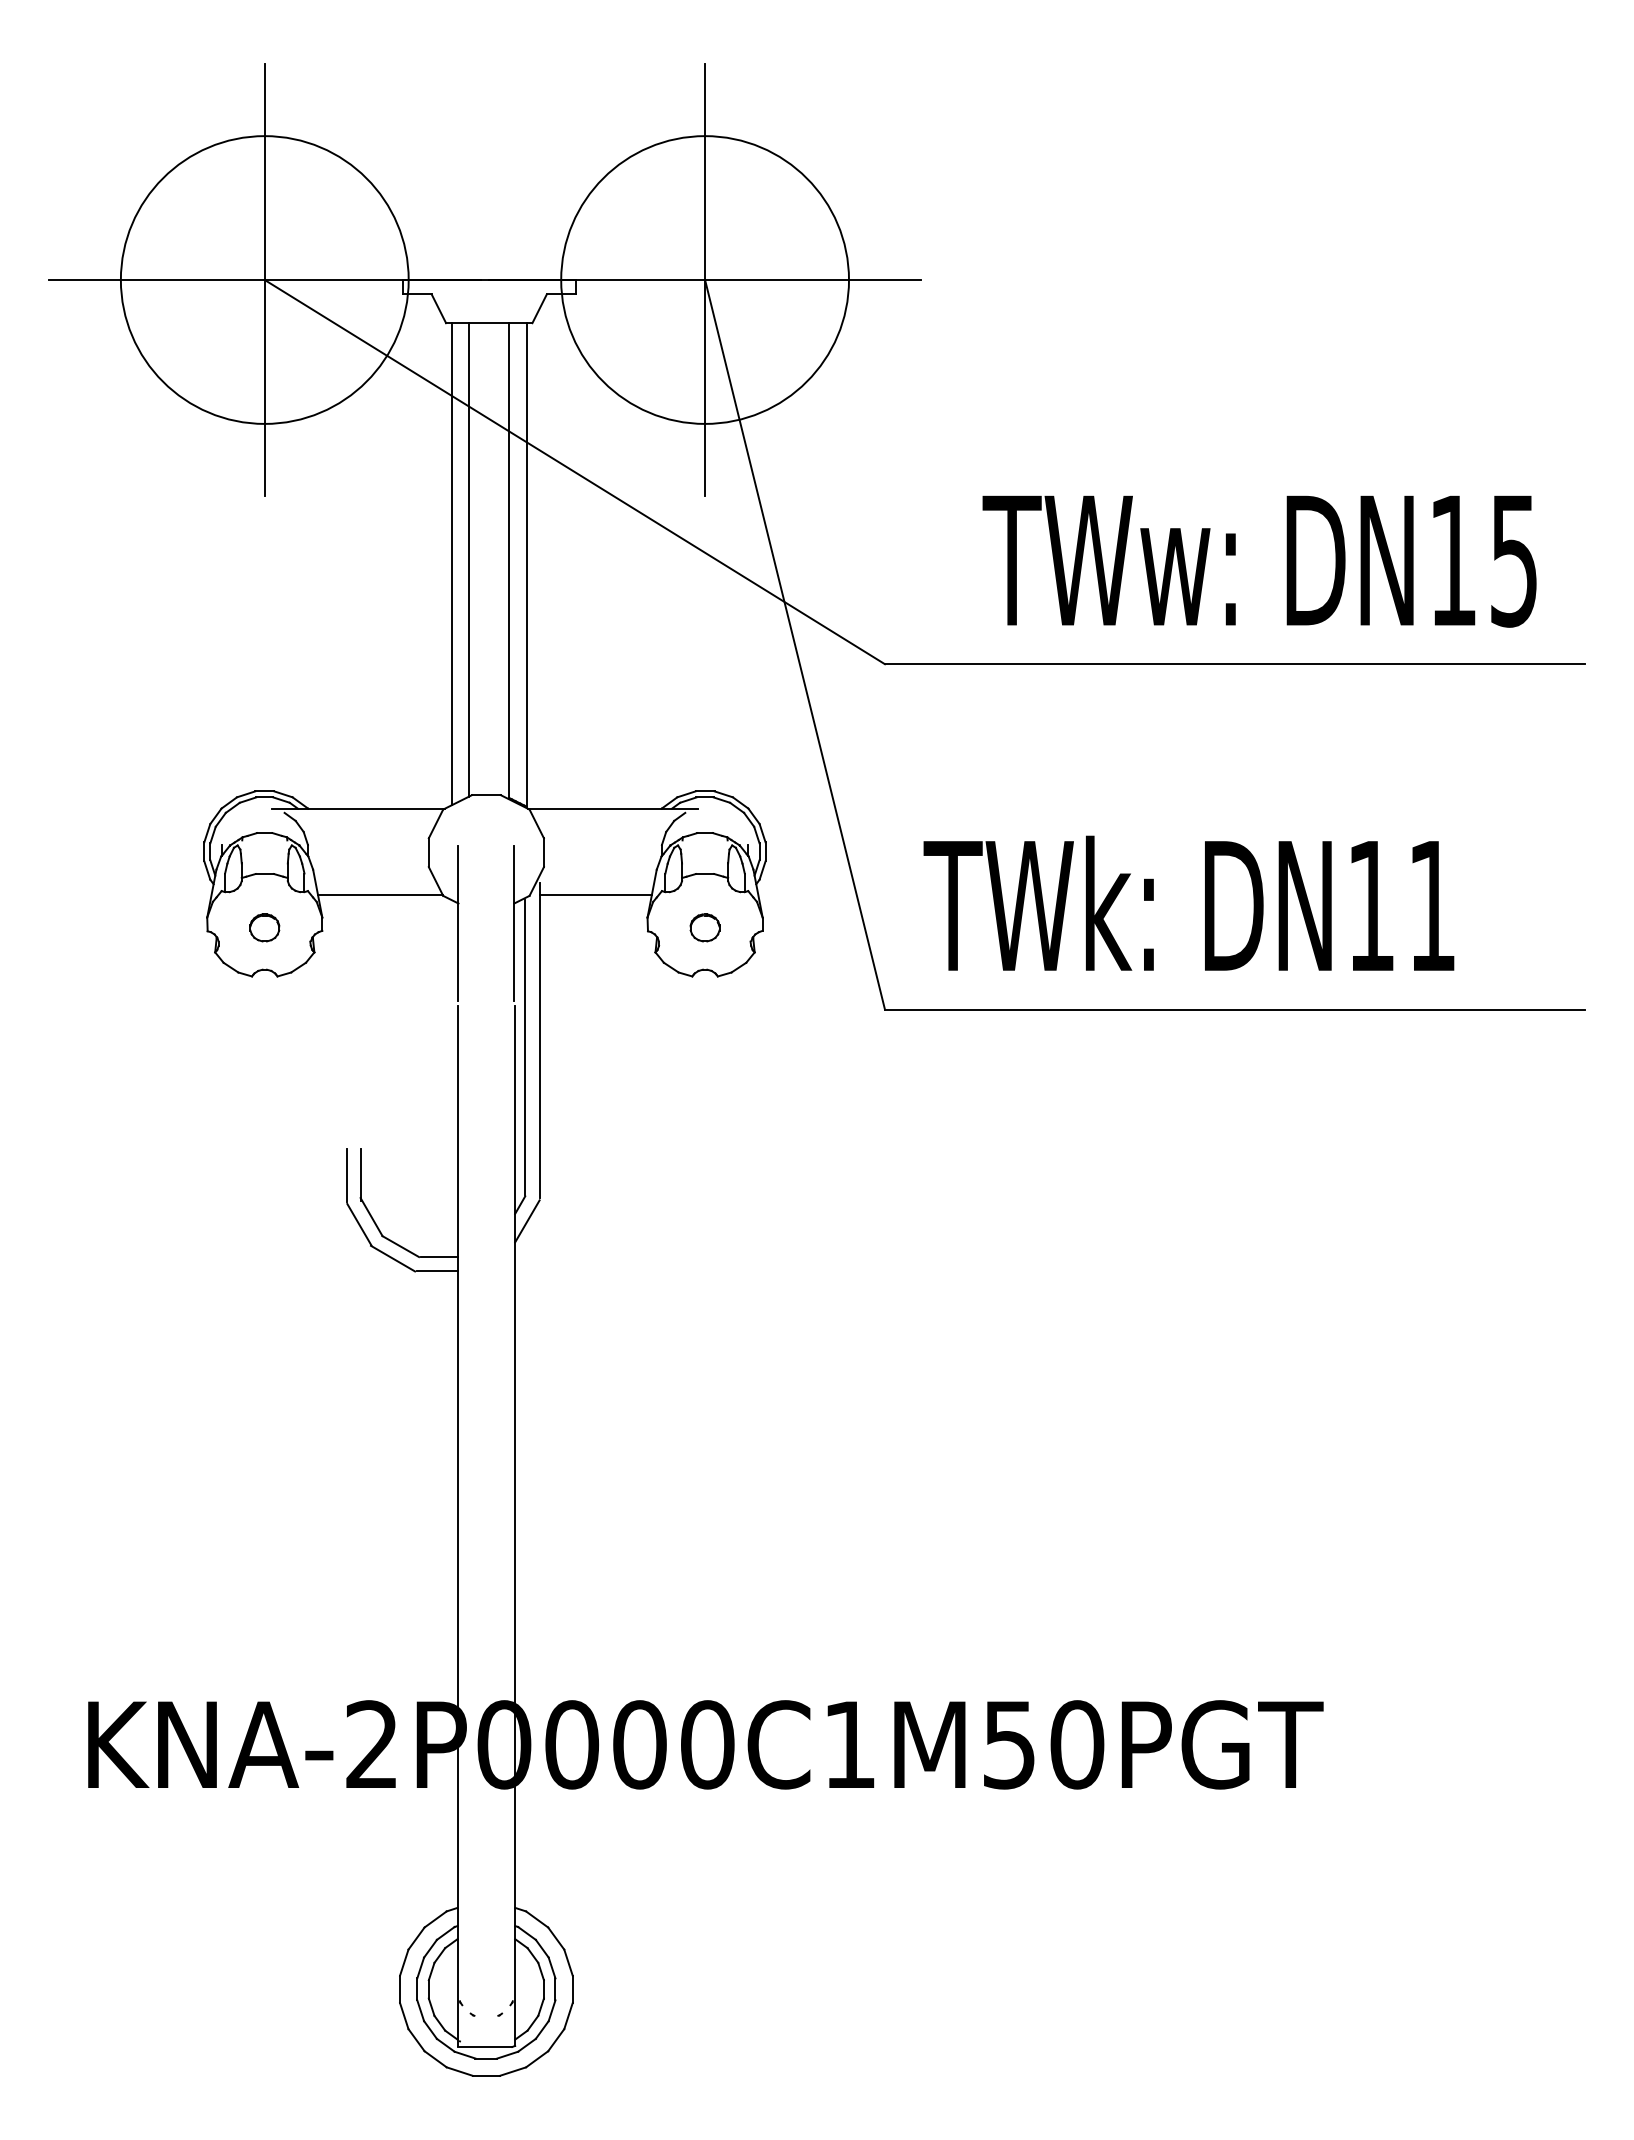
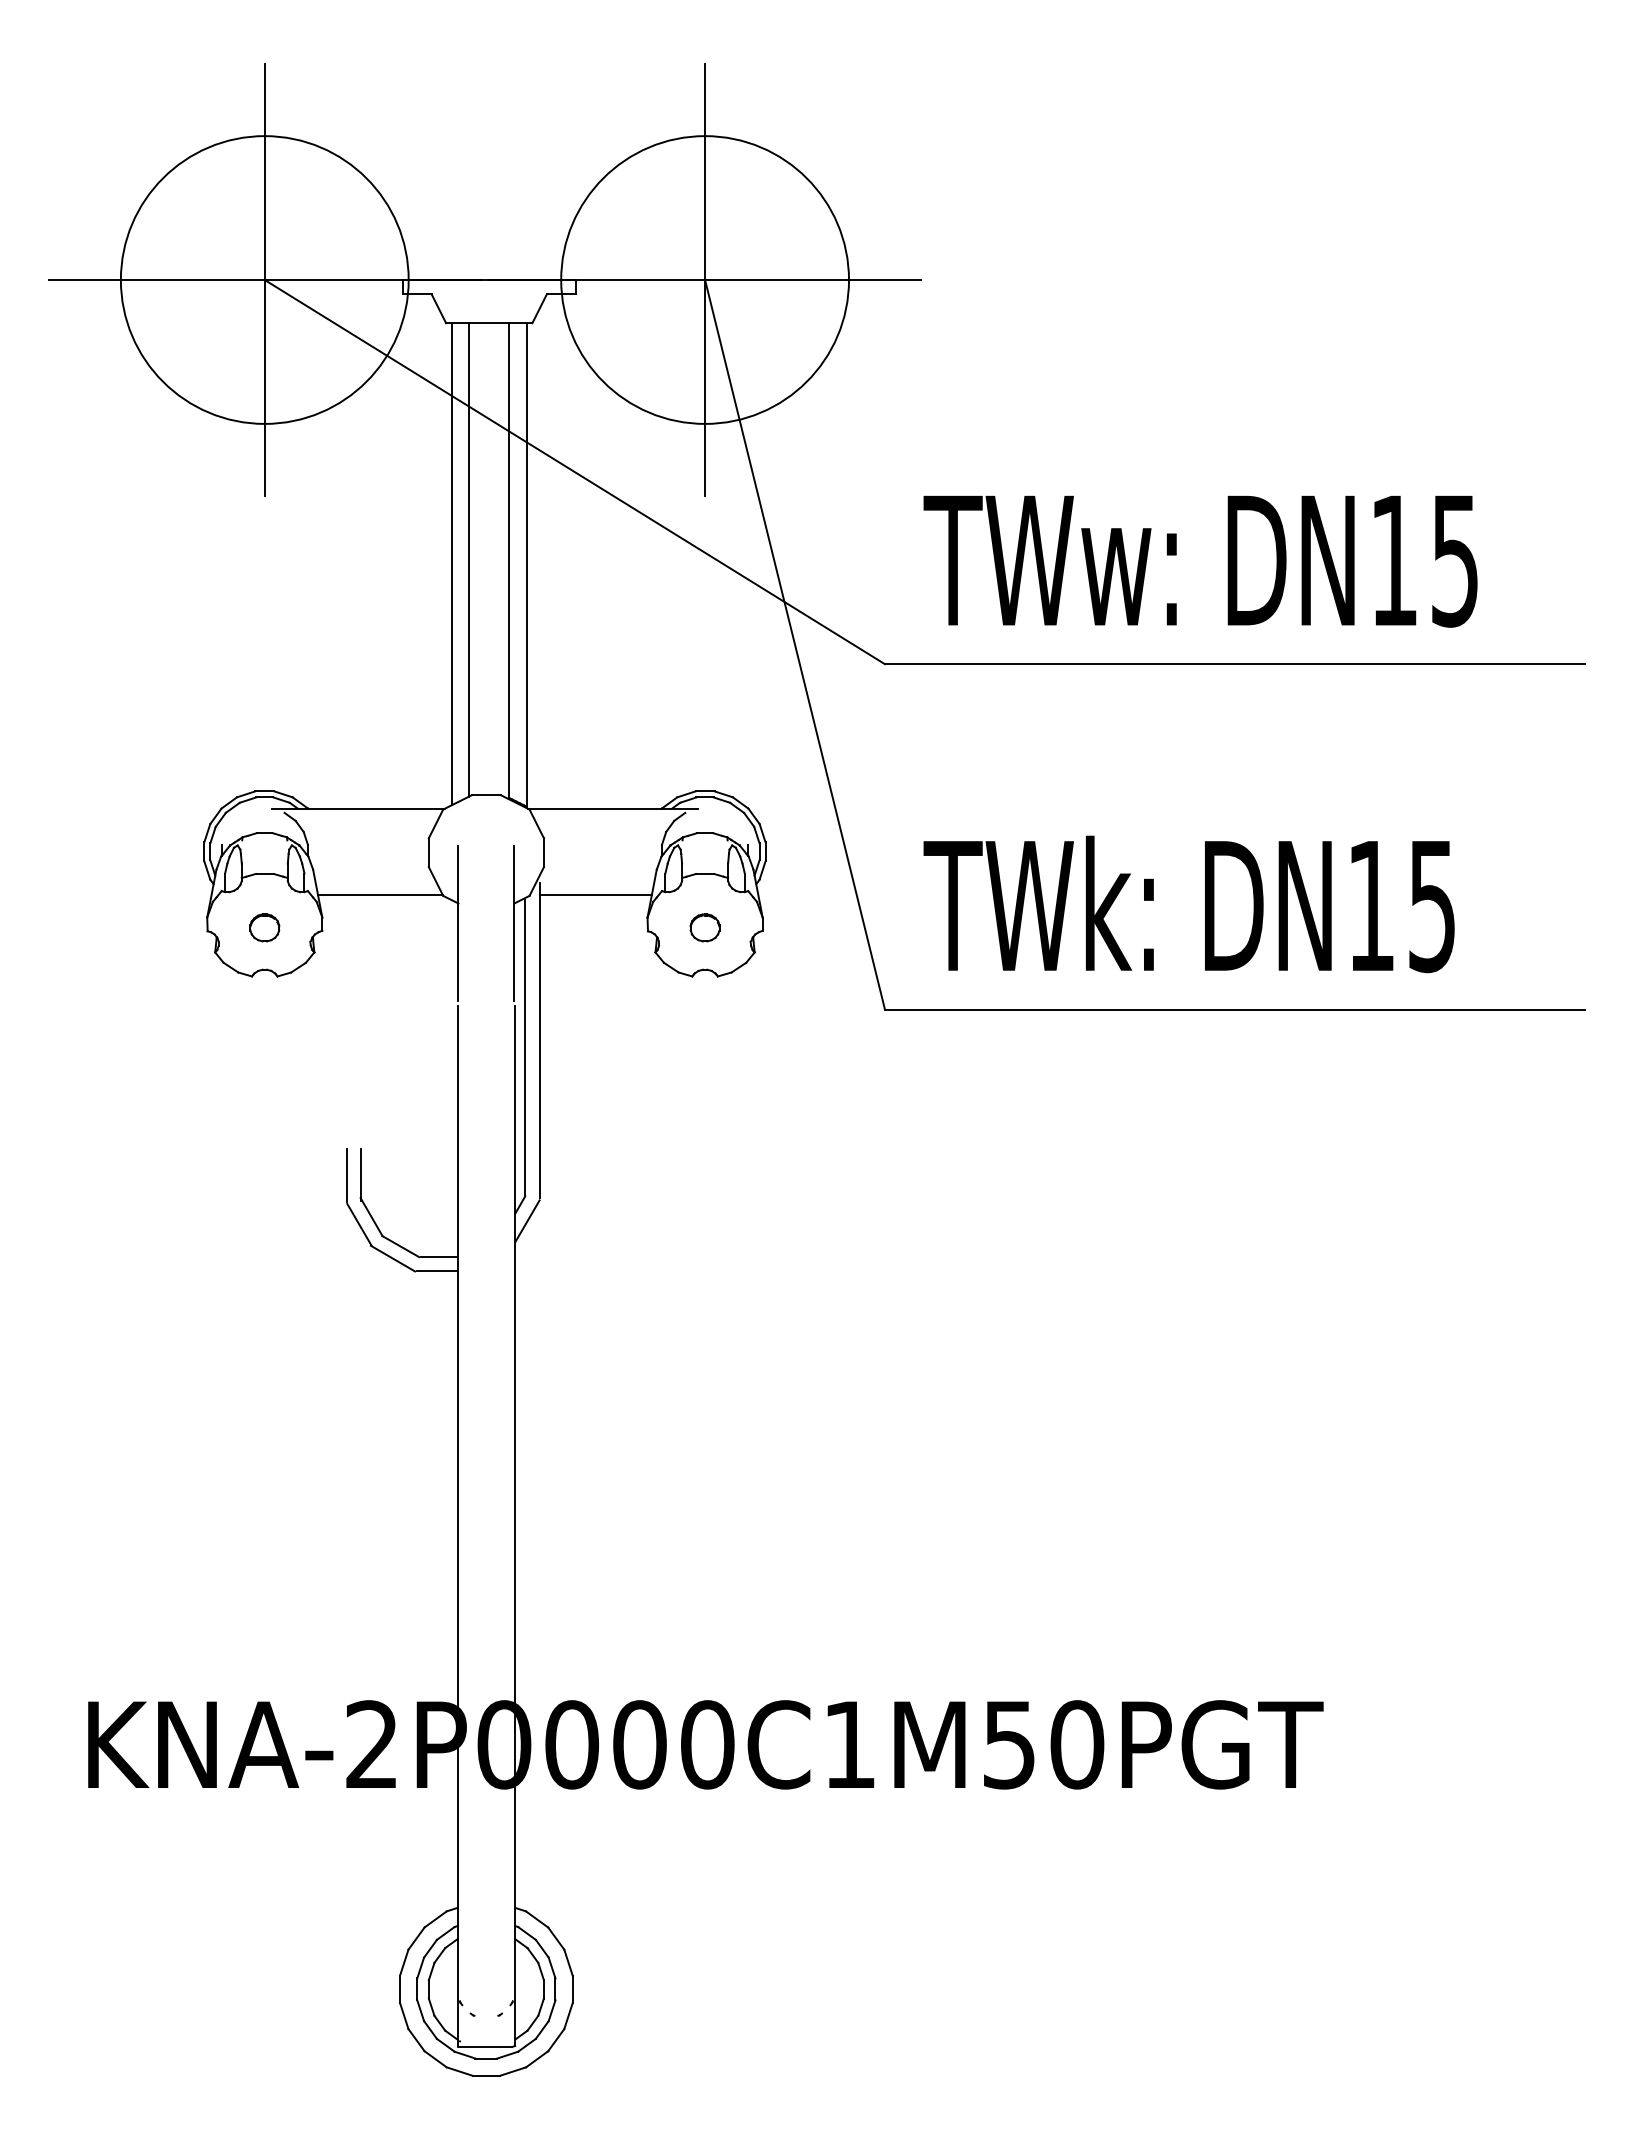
text at (1259, 561) position: (1259, 561) -> (1200, 561)
text at (1431, 907): DN11 -> DN15
